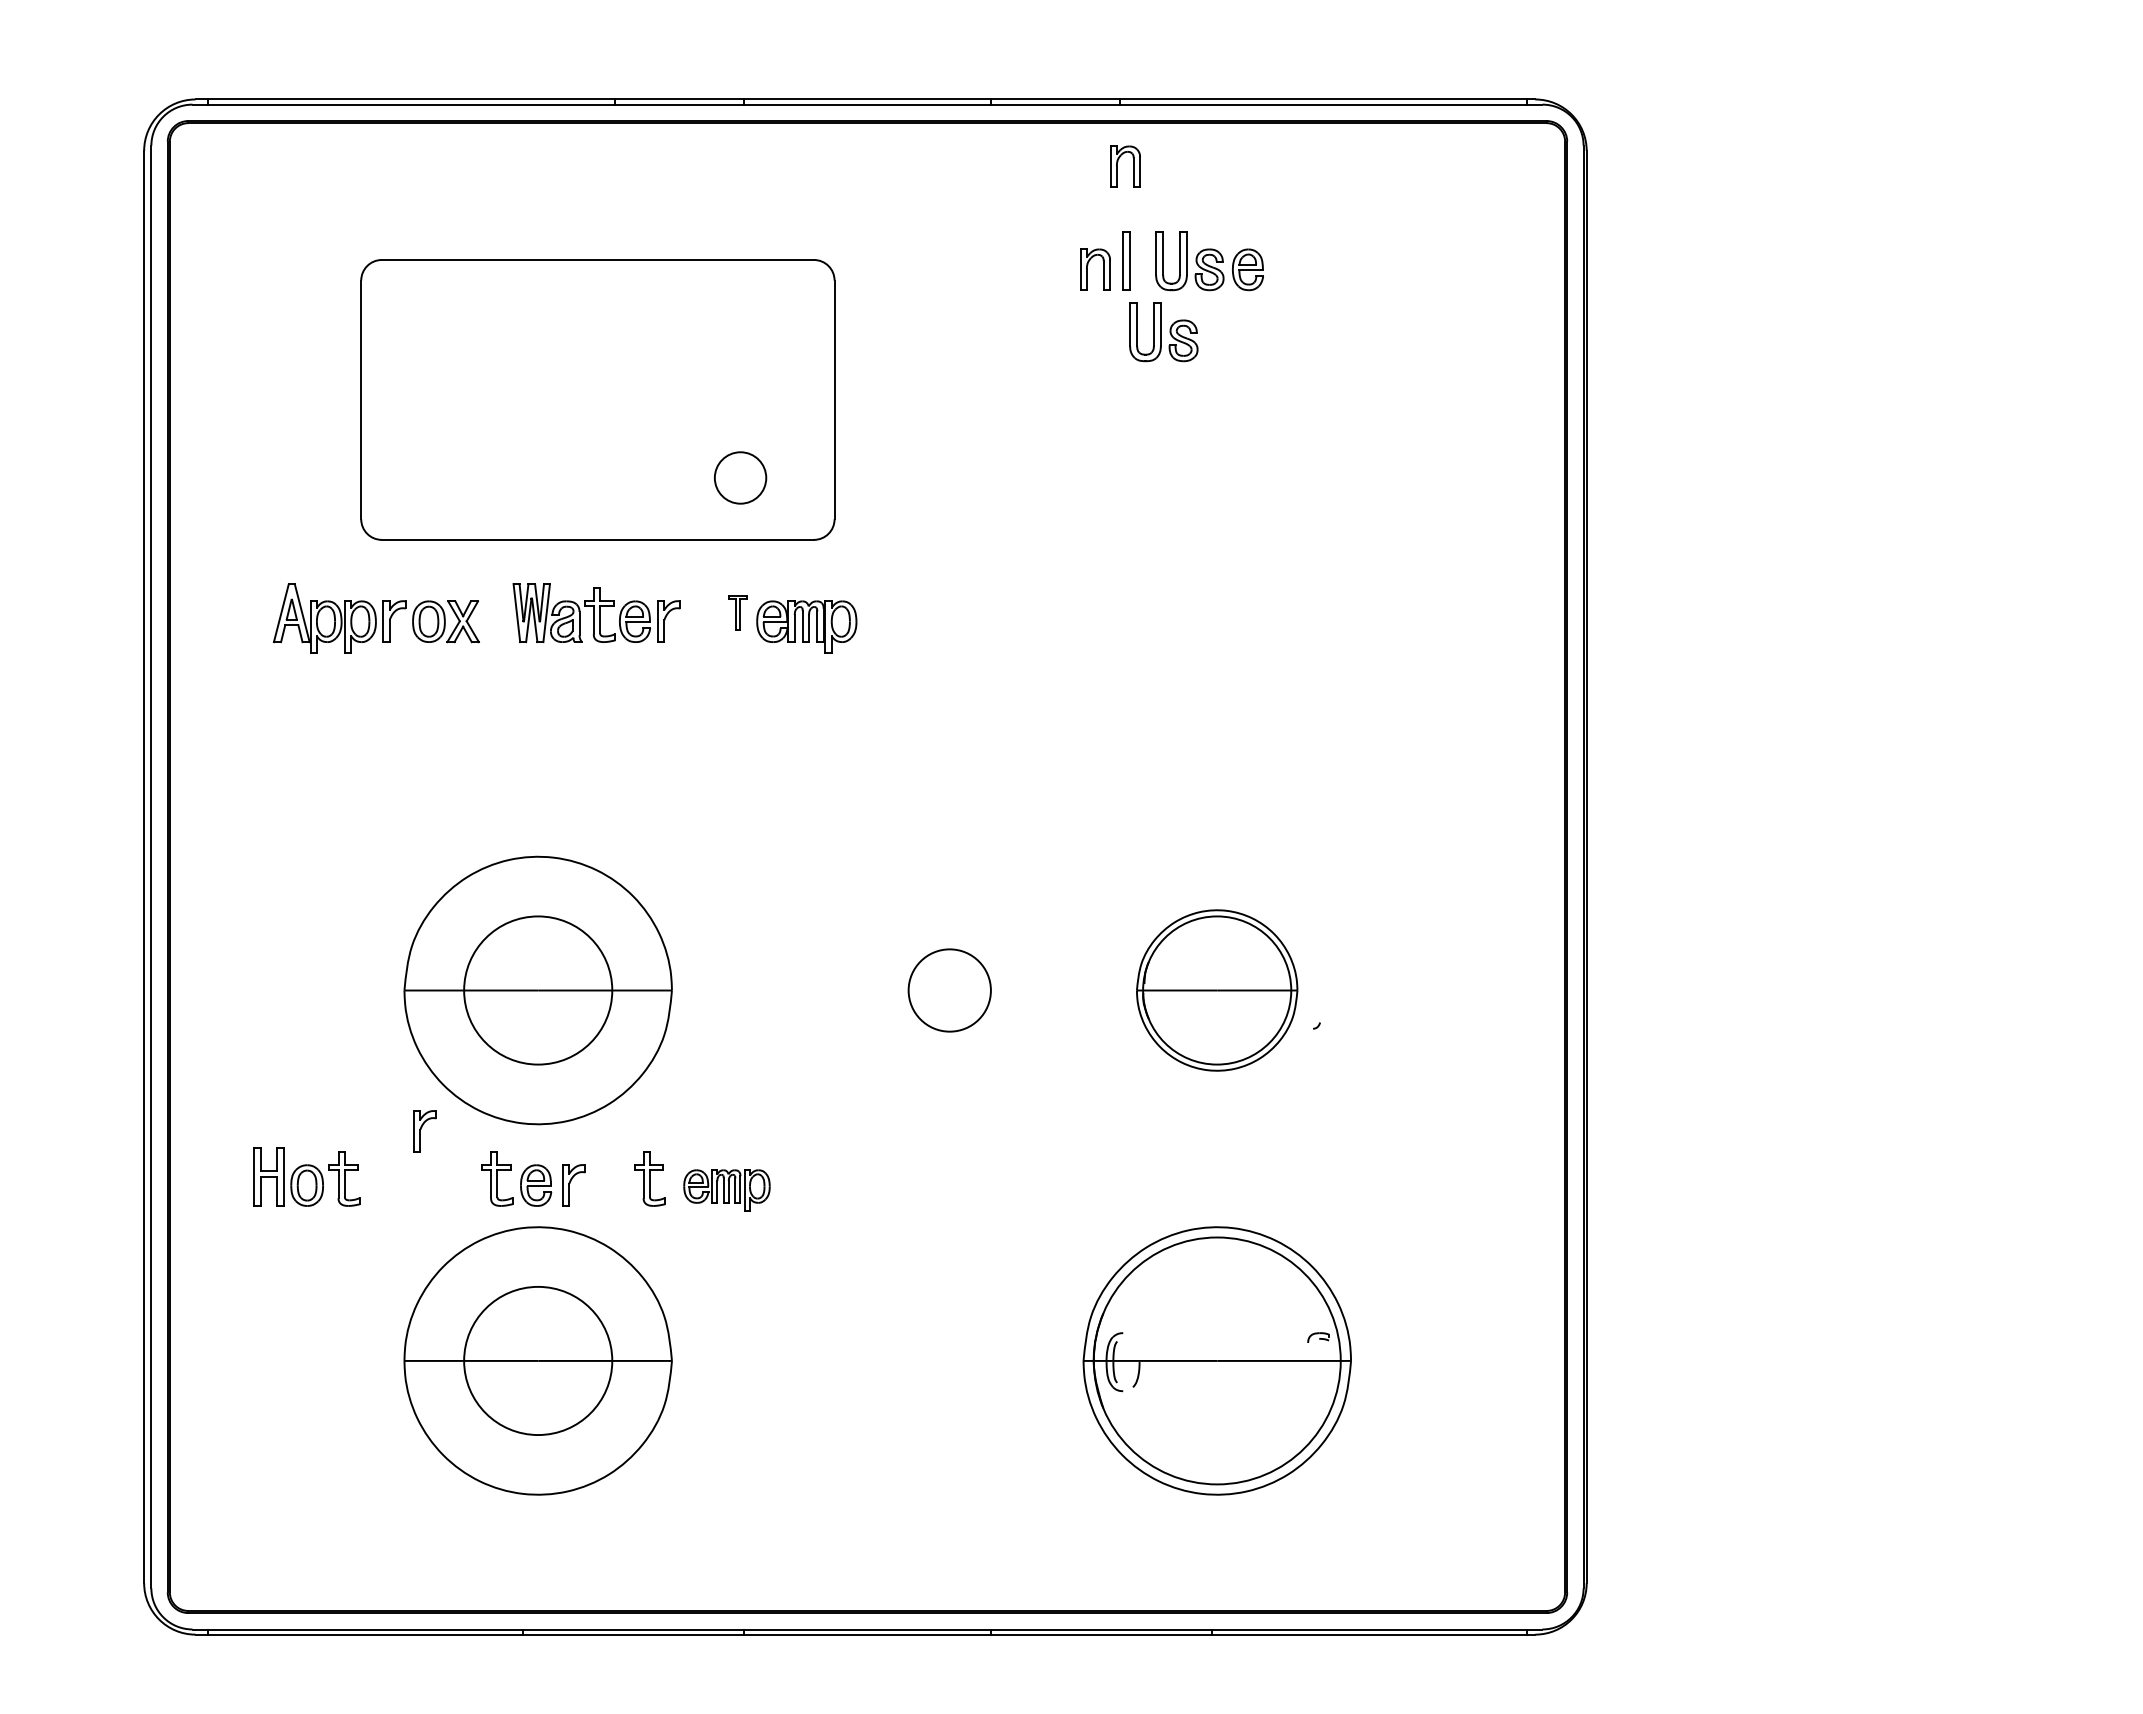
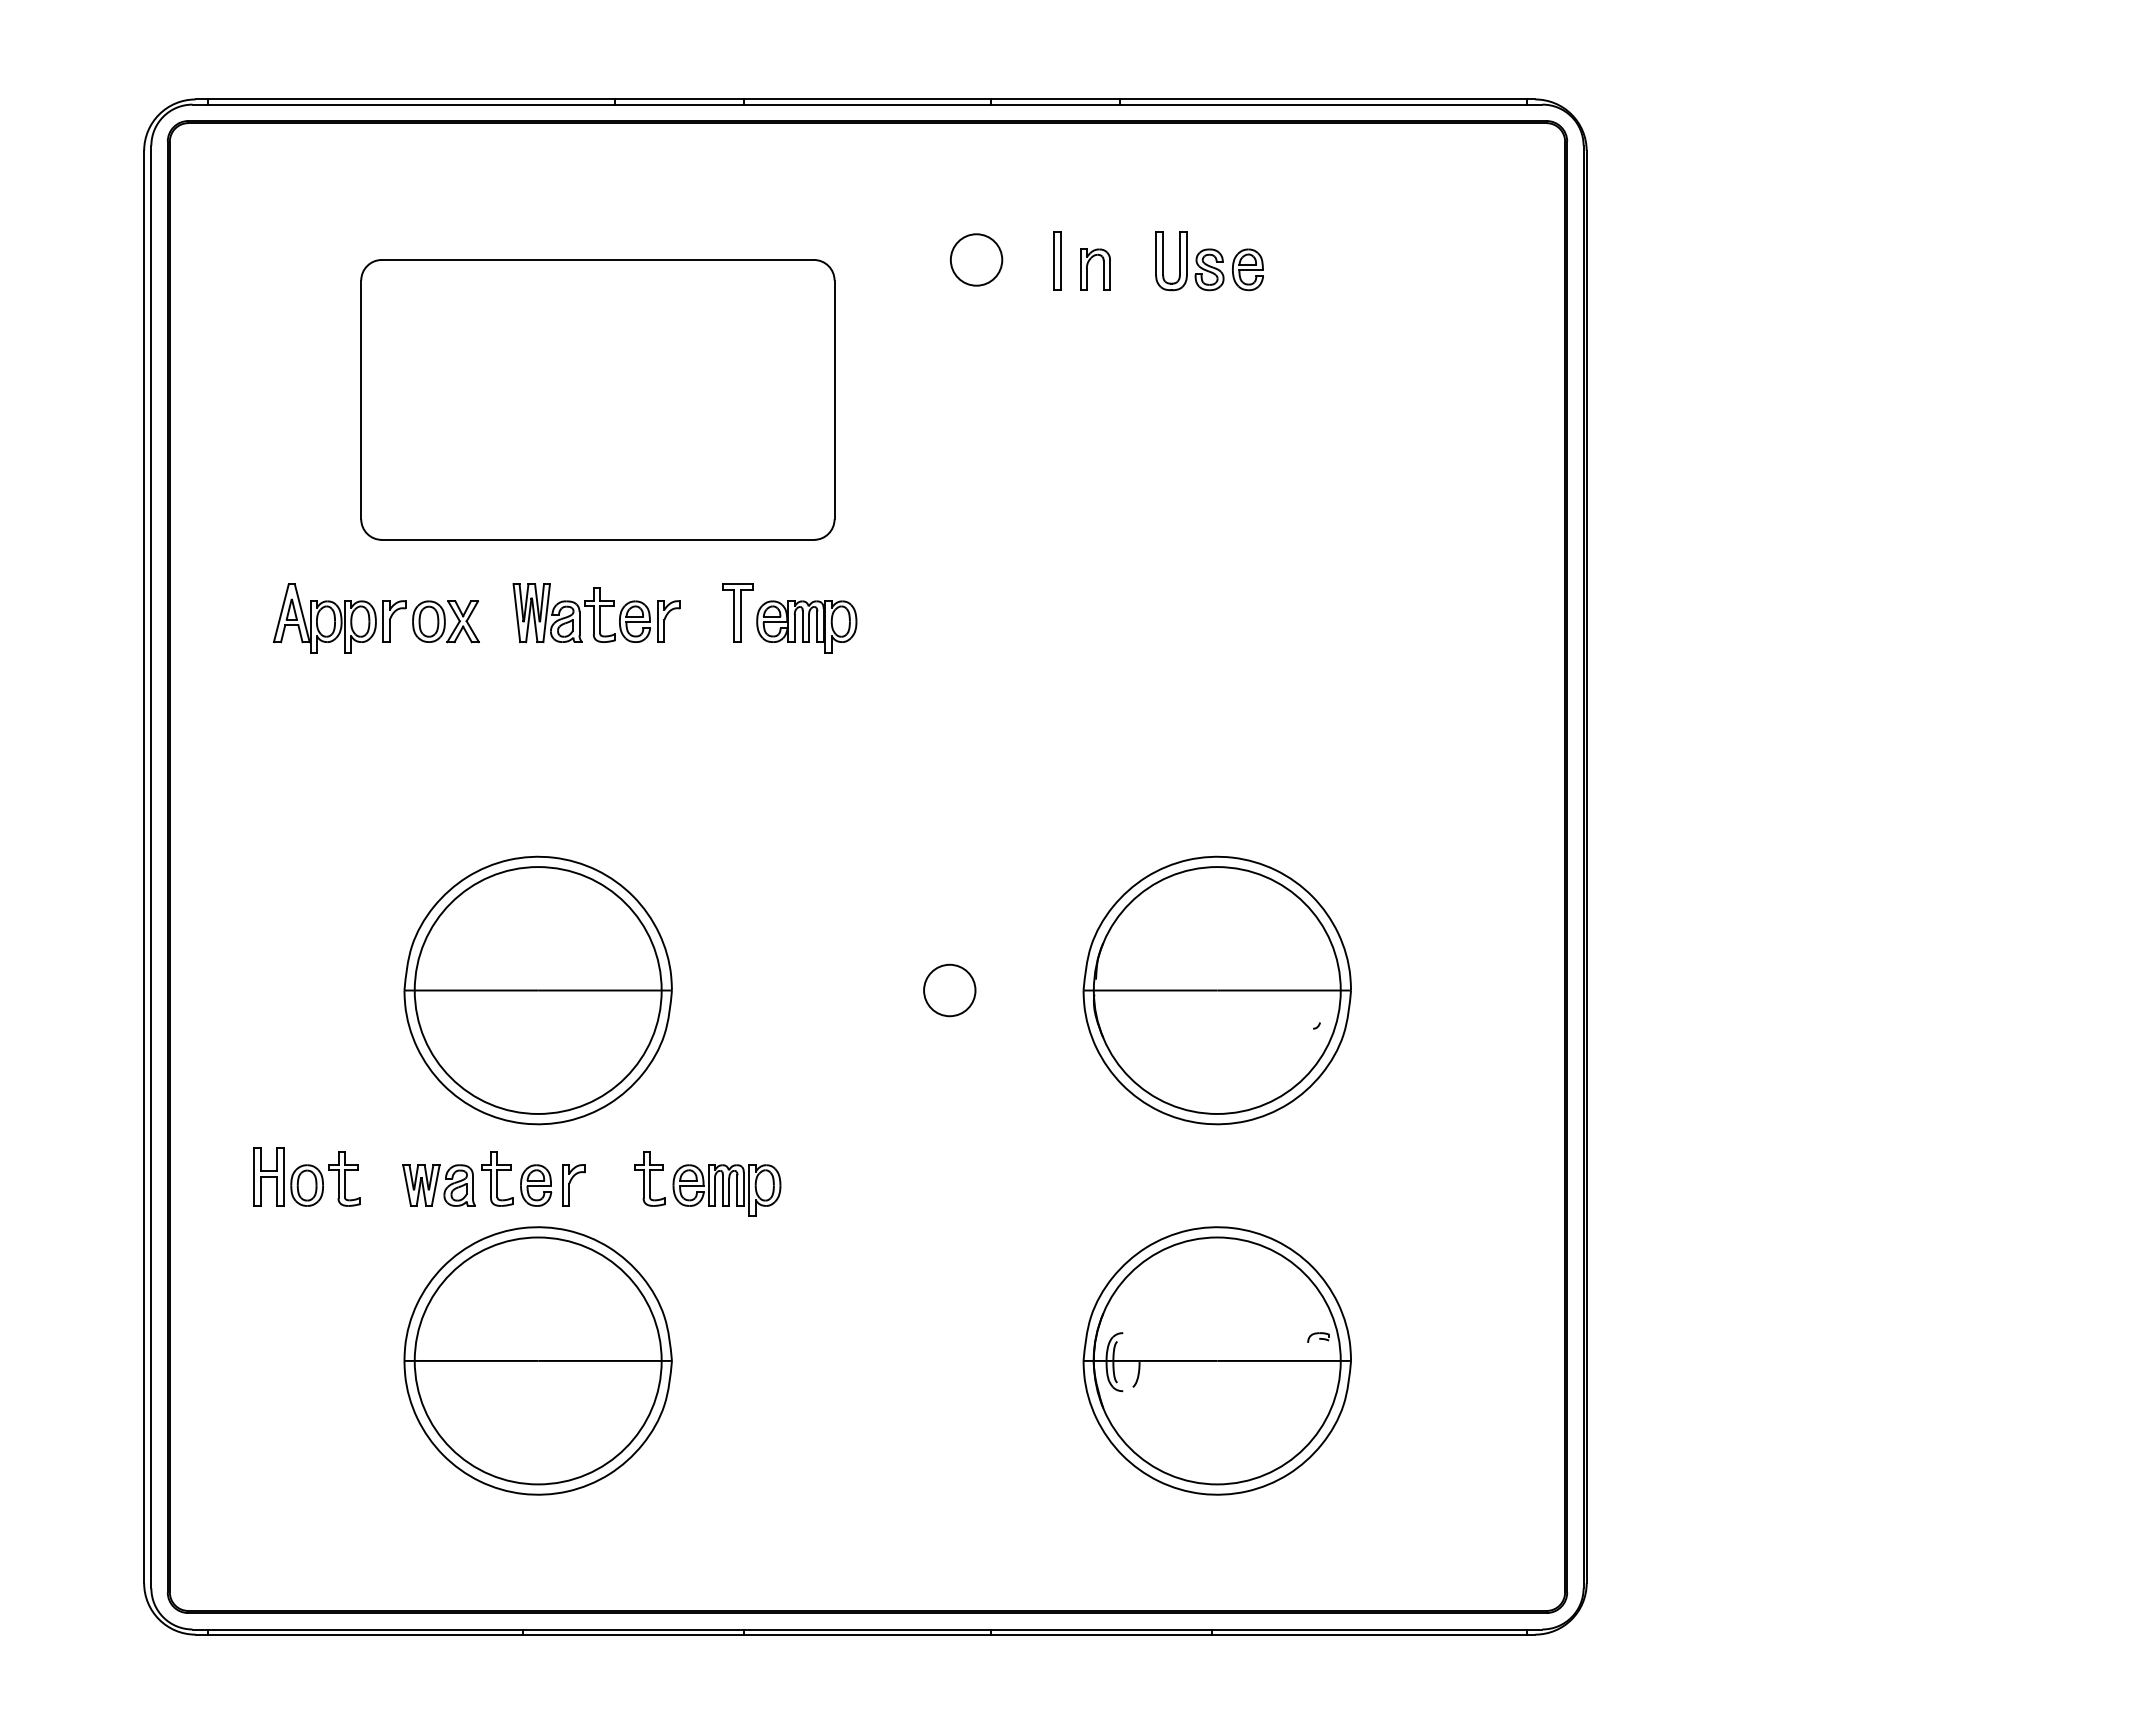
part at (1117, 166): present -> none
part at (1126, 260) position: (1126, 260) -> (1057, 260)
part at (1163, 332): present -> none
circle at (740, 477) position: (740, 477) -> (976, 259)
part at (737, 612) size: 20x36 px -> 32x60 px
circle at (538, 990) diameter: 148 px -> 247 px
circle at (949, 990) diameter: 82 px -> 51 px
part at (1217, 990) size: 163x163 px -> 270x271 px
part at (424, 1131): present -> none
part at (438, 1185): none -> present
part at (726, 1190) size: 88x43 px -> 110x53 px
circle at (538, 1360) diameter: 148 px -> 247 px
